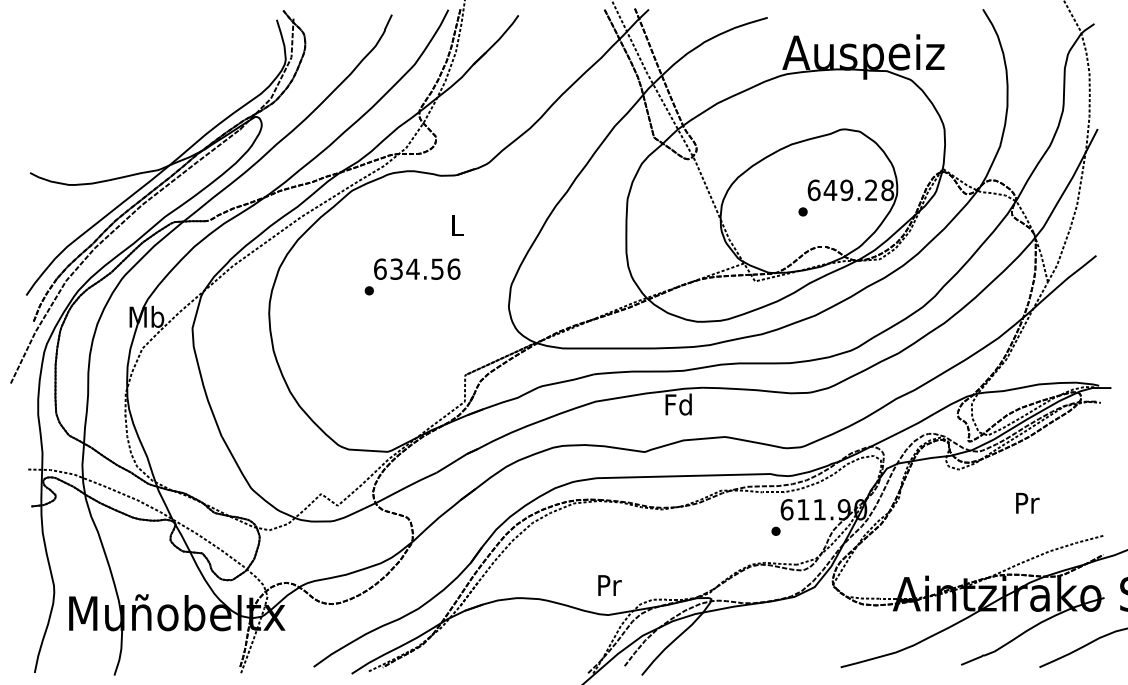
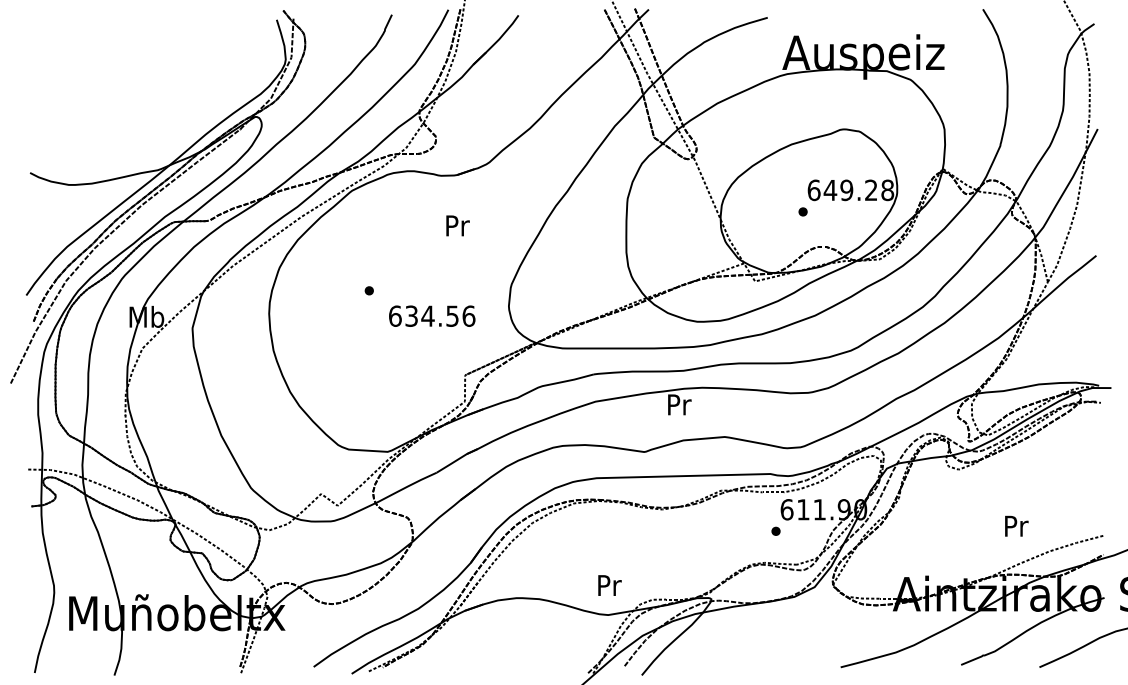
text at (457, 225): L -> Pr
text at (417, 268) position: (417, 268) -> (432, 315)
text at (678, 404): Fd -> Pr
text at (1027, 502) position: (1027, 502) -> (1016, 525)
